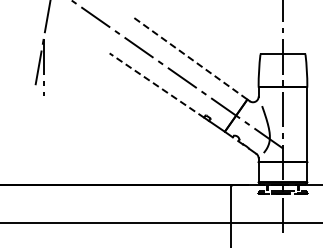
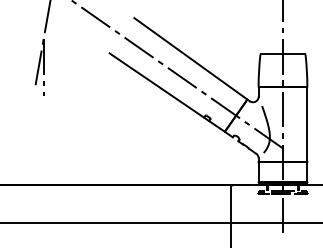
line at (191, 58): dashed -> solid
line at (156, 85): dashed -> solid
